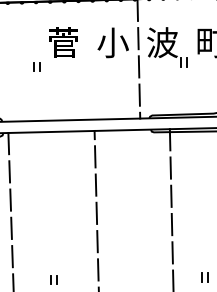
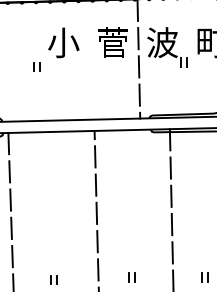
text at (63, 42): 菅 -> 小
text at (112, 42): 小 -> 菅
part at (131, 277): none -> present
